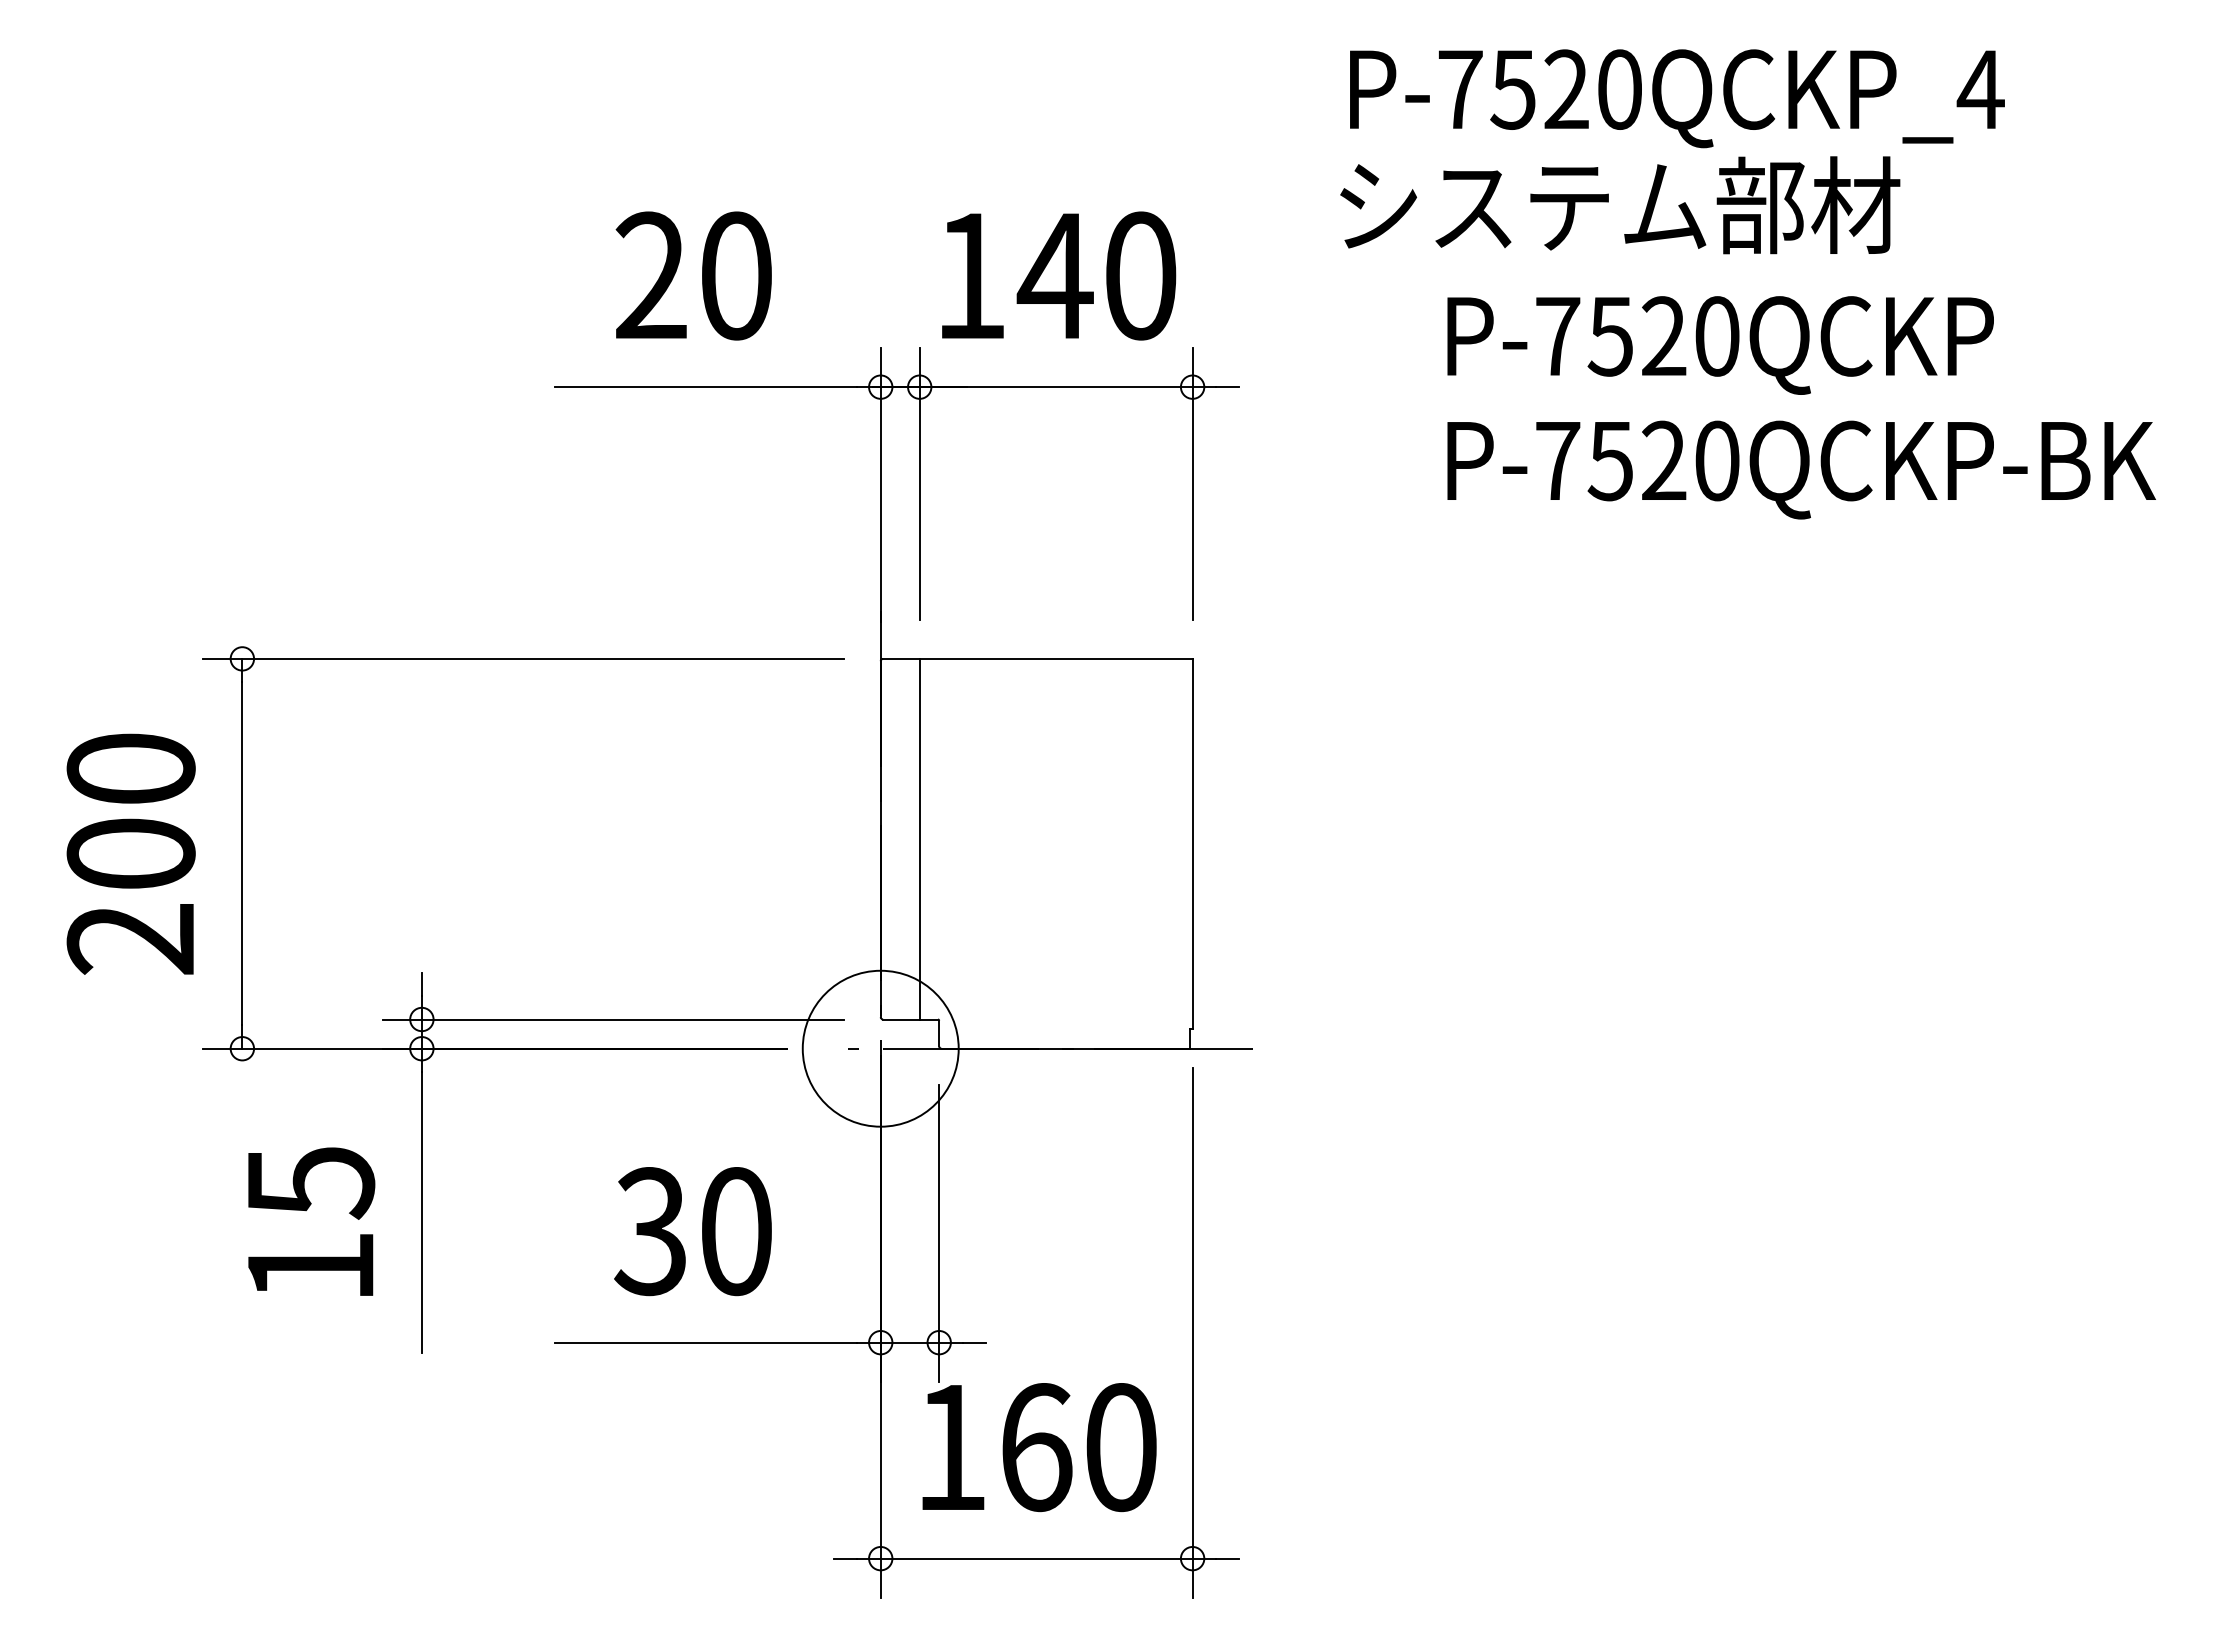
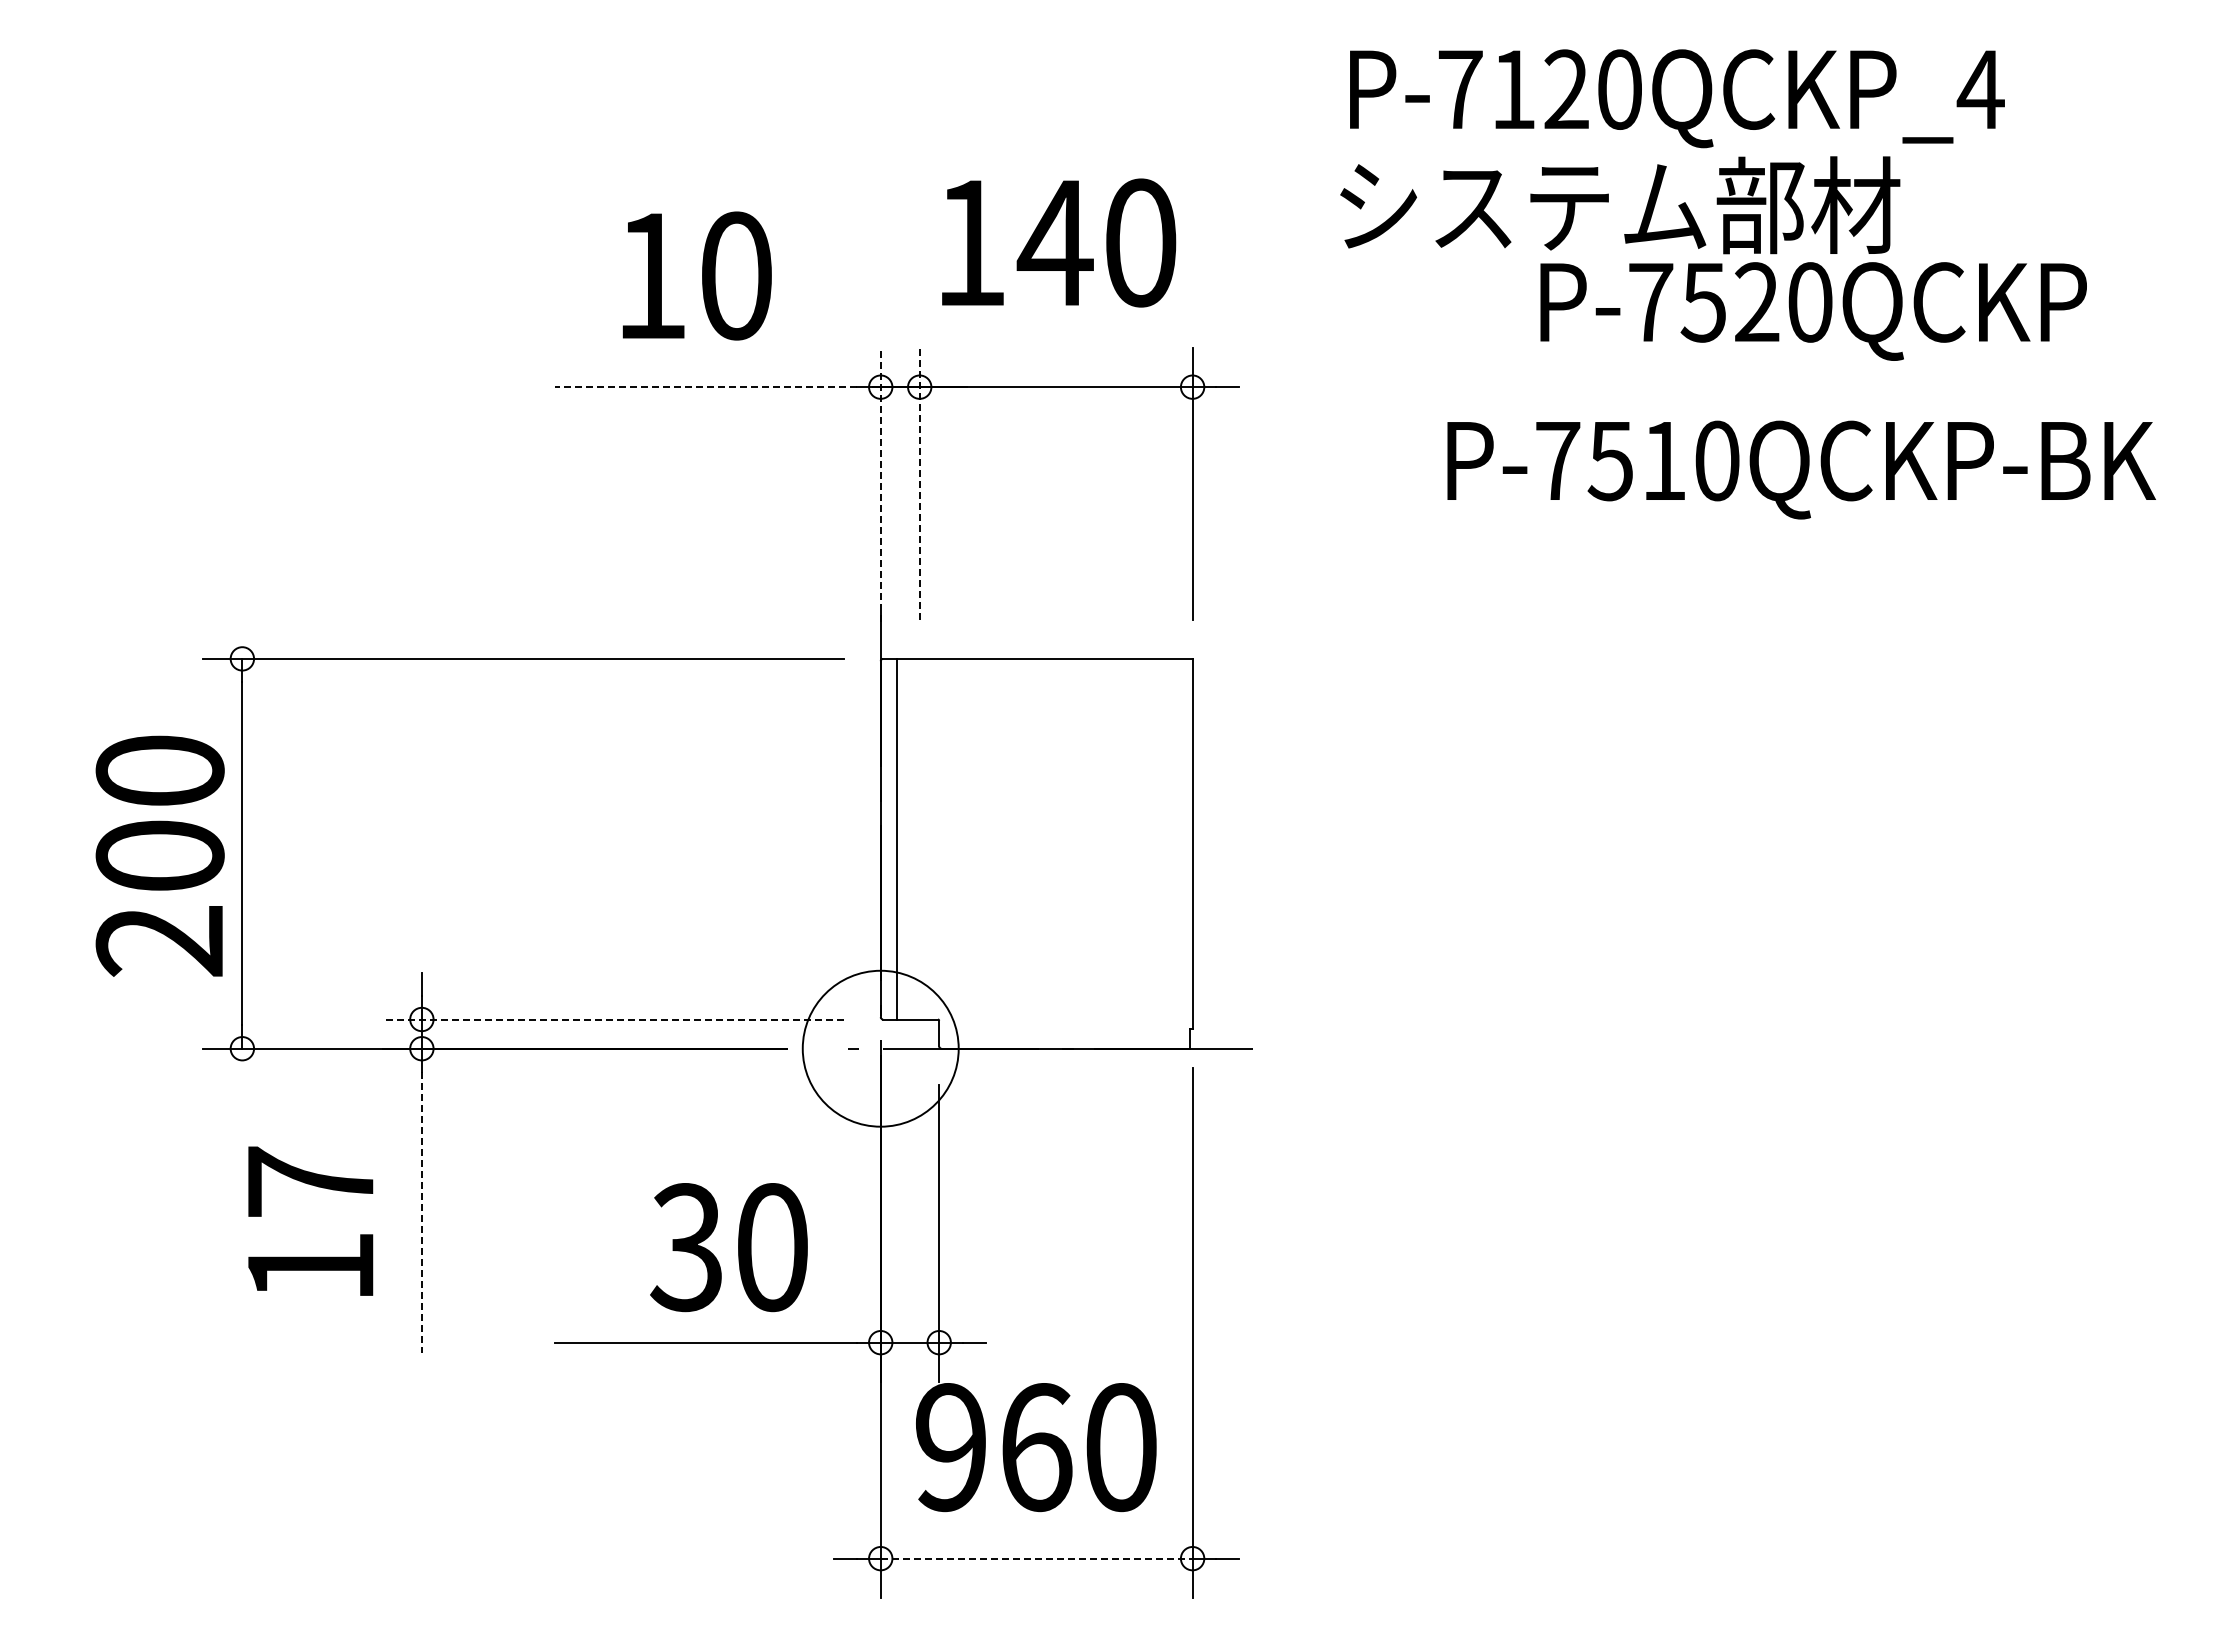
text at (1512, 89): P-7520QCKP_4 -> P-7120QCKP_4
text at (650, 274): 20 -> 10
text at (1059, 275) position: (1059, 275) -> (1059, 242)
text at (1720, 345) position: (1720, 345) -> (1813, 311)
line at (705, 387): solid -> dashed
text at (1664, 459): P-7520QCKP-BK -> P-7510QCKP-BK
line at (880, 484): solid -> dashed
line at (919, 484): solid -> dashed
line at (919, 838) position: (919, 838) -> (896, 838)
text at (130, 853) position: (130, 853) -> (159, 855)
line at (613, 1019): solid -> dashed
text at (311, 1182): 15 -> 17
line at (421, 1212): solid -> dashed
text at (692, 1231) position: (692, 1231) -> (728, 1247)
text at (950, 1447): 160 -> 960
line at (1036, 1558): solid -> dashed
